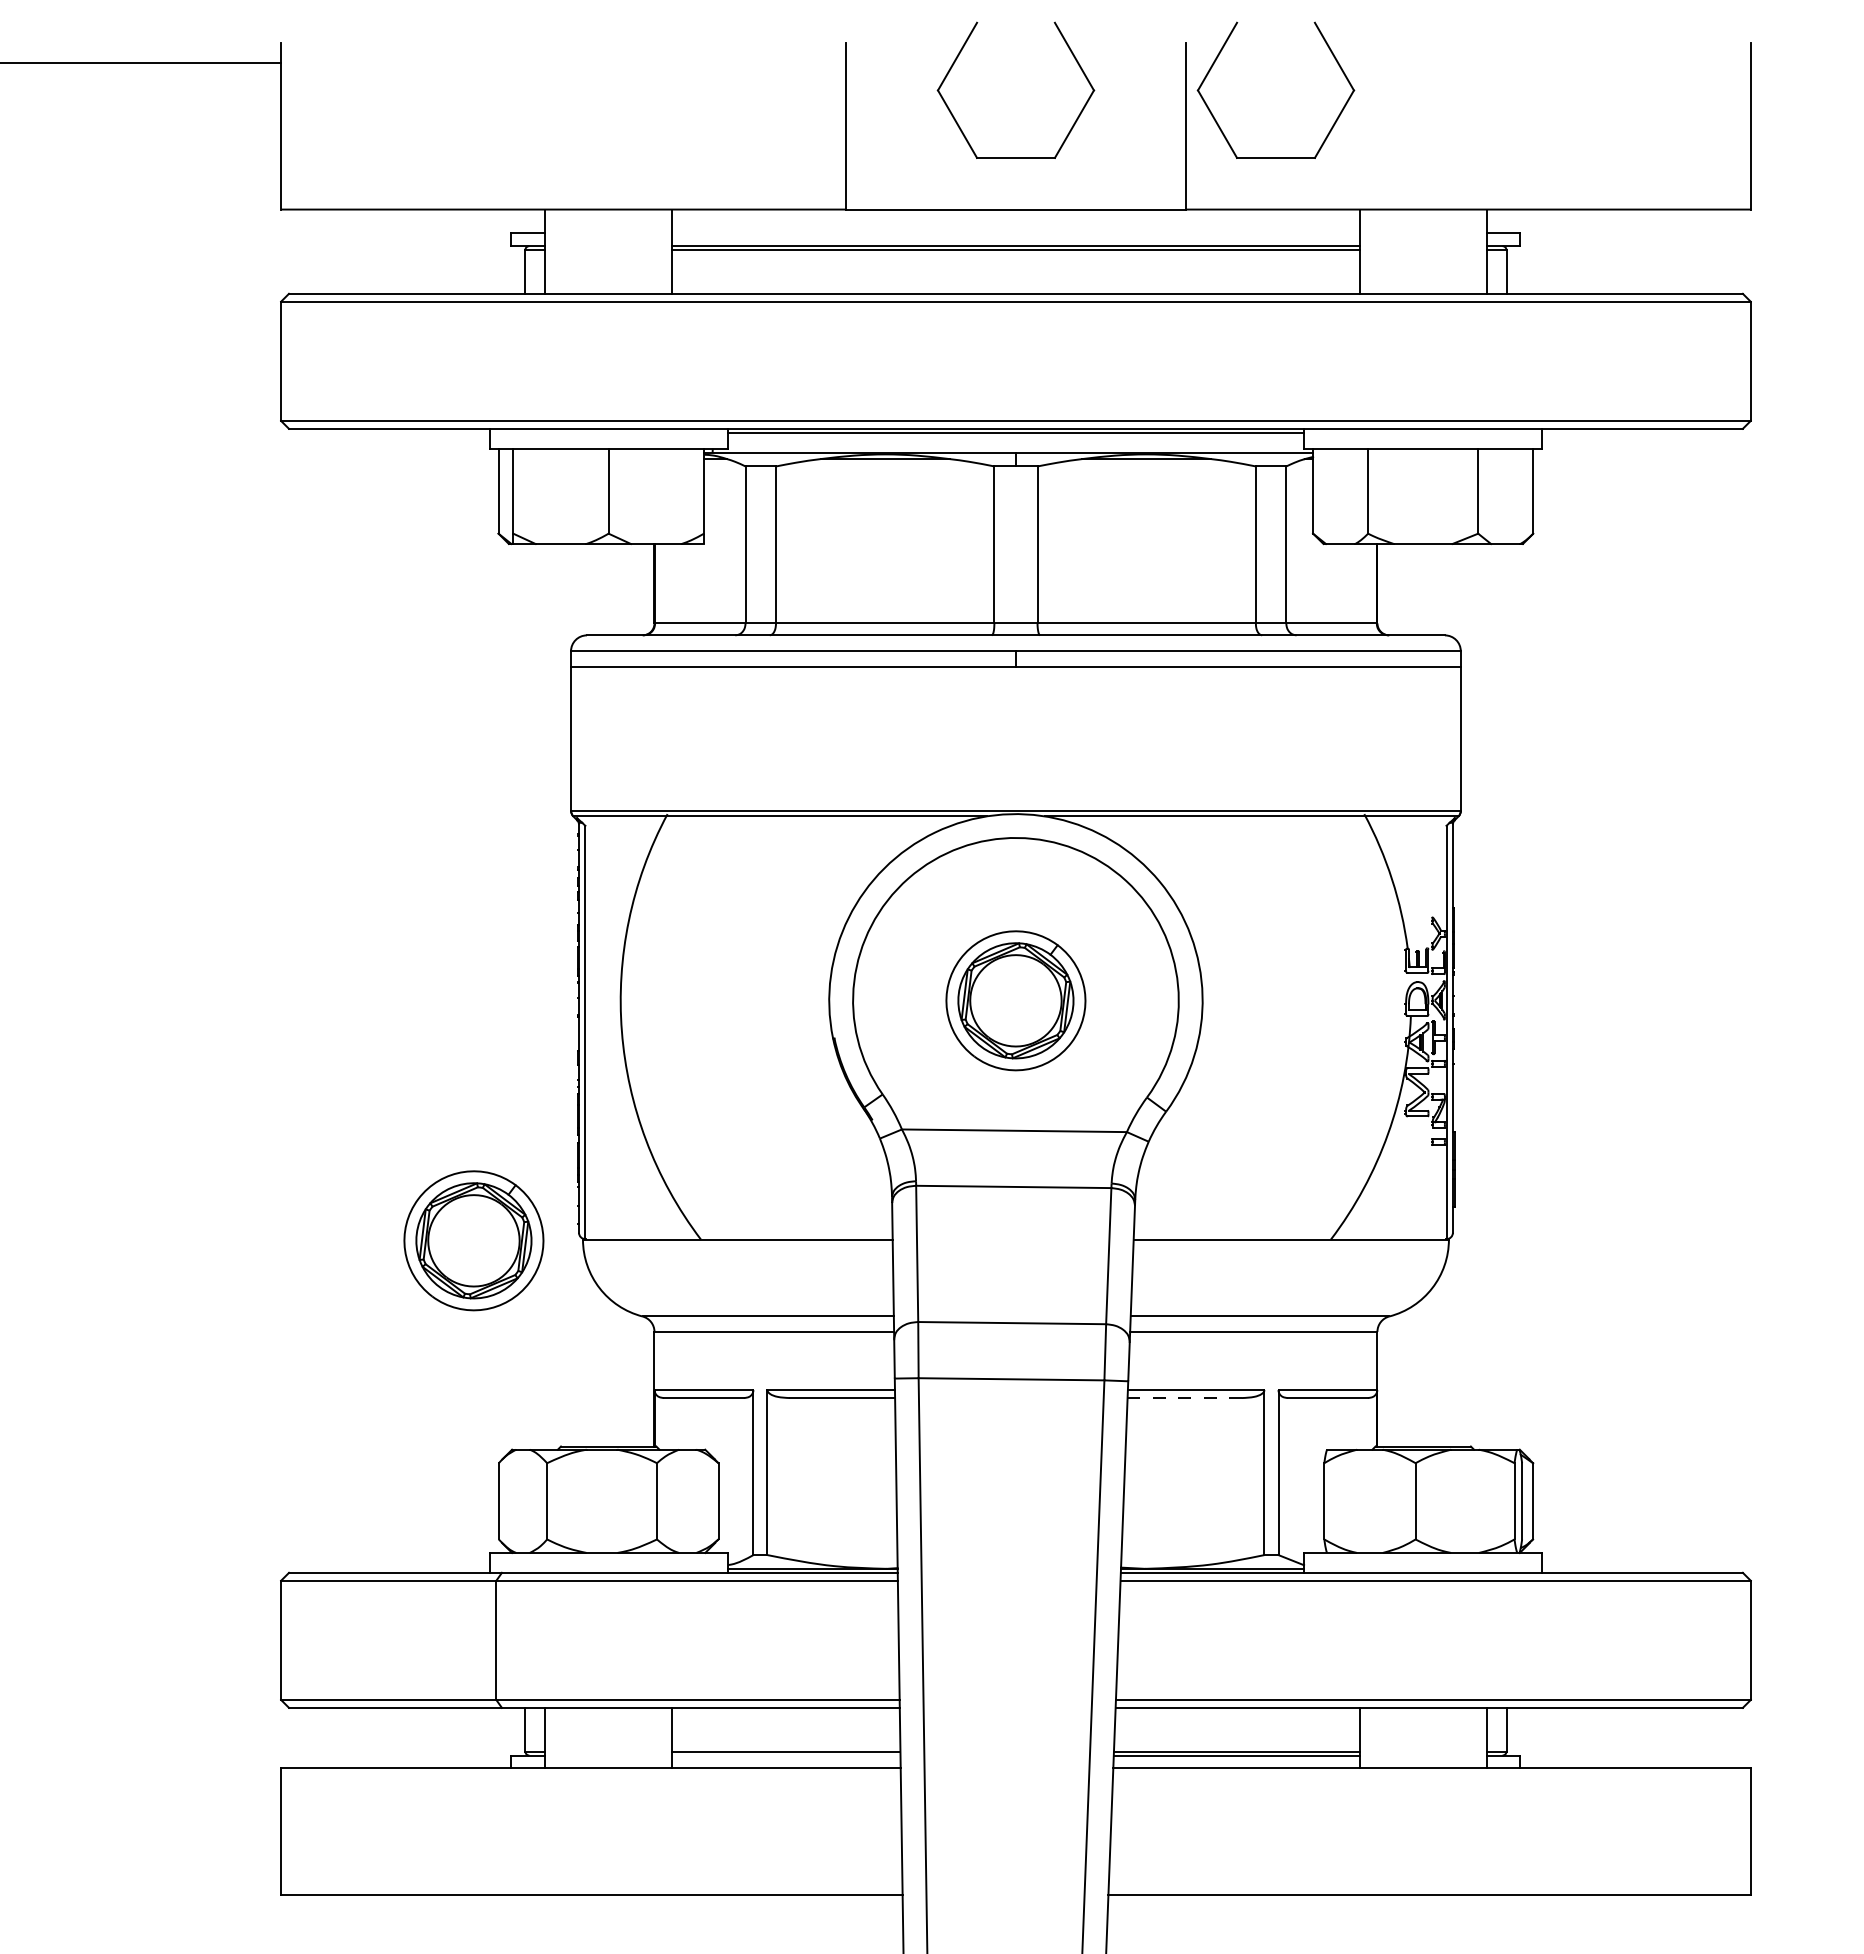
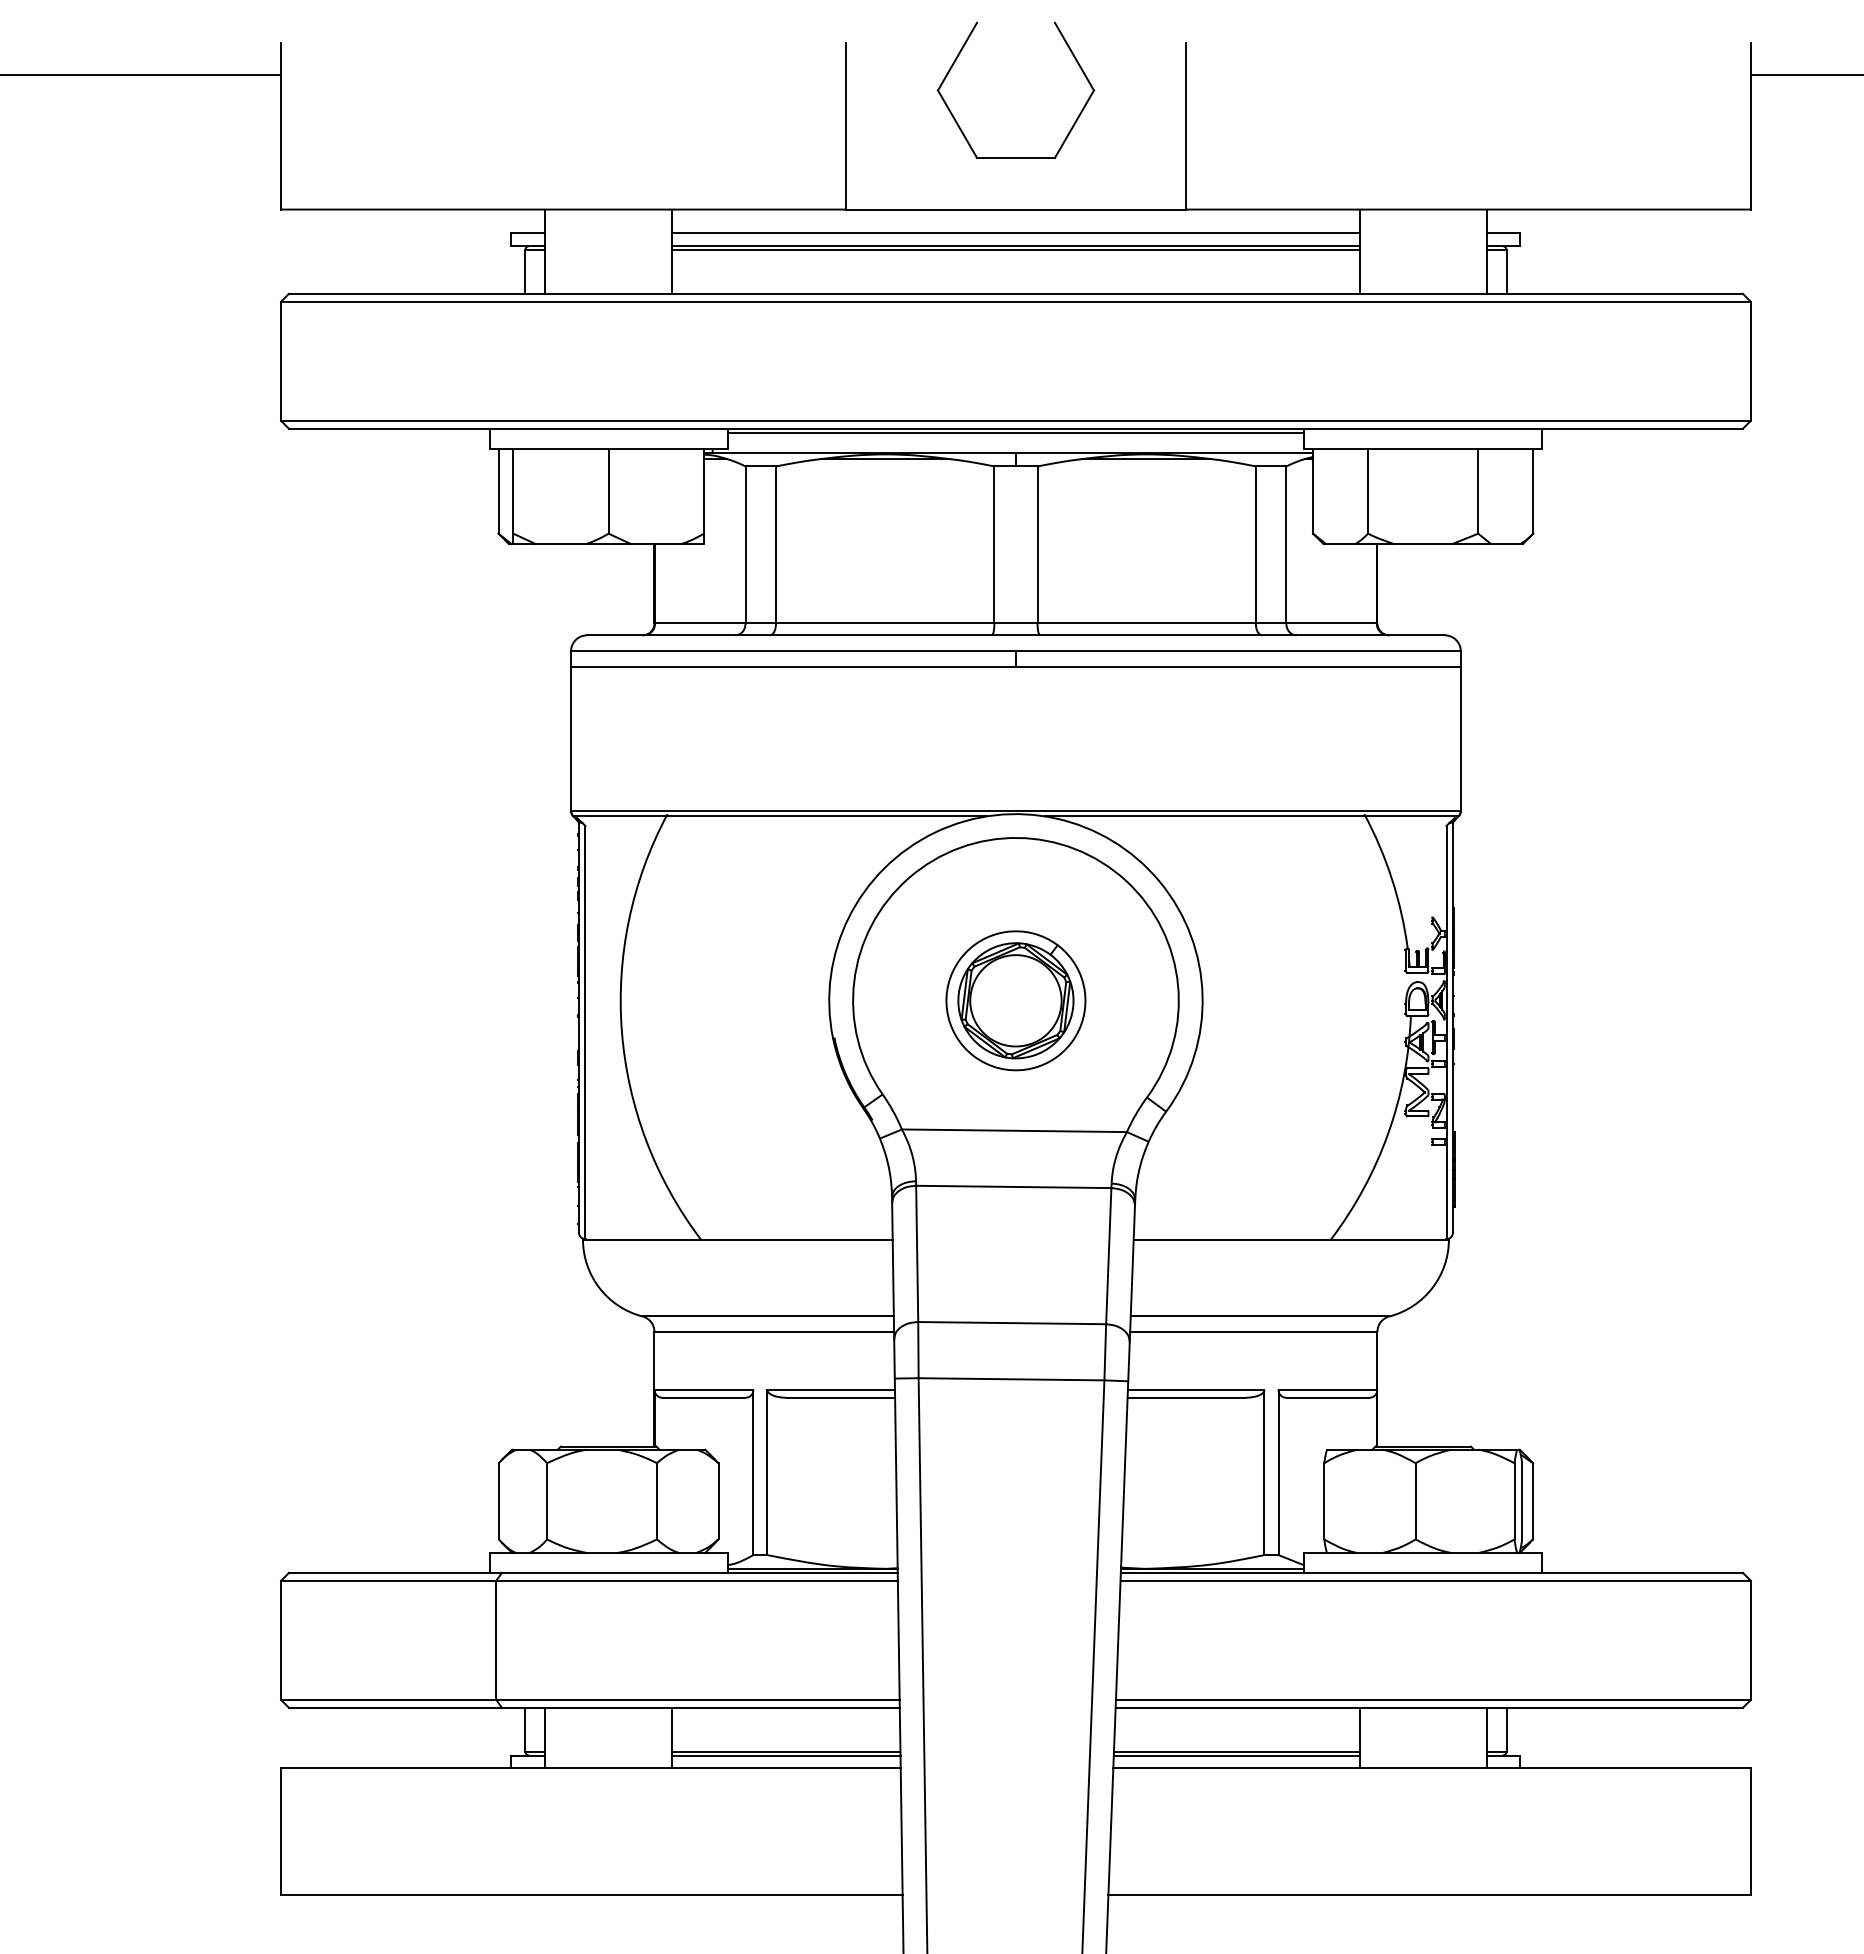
part at (1218, 57): present -> none
line at (141, 62) position: (141, 62) -> (141, 74)
line at (1805, 74): none -> present
line at (1015, 233): none -> present
part at (473, 1240): present -> none
line at (1185, 1398): dashed -> solid
line at (786, 1755): none -> present
